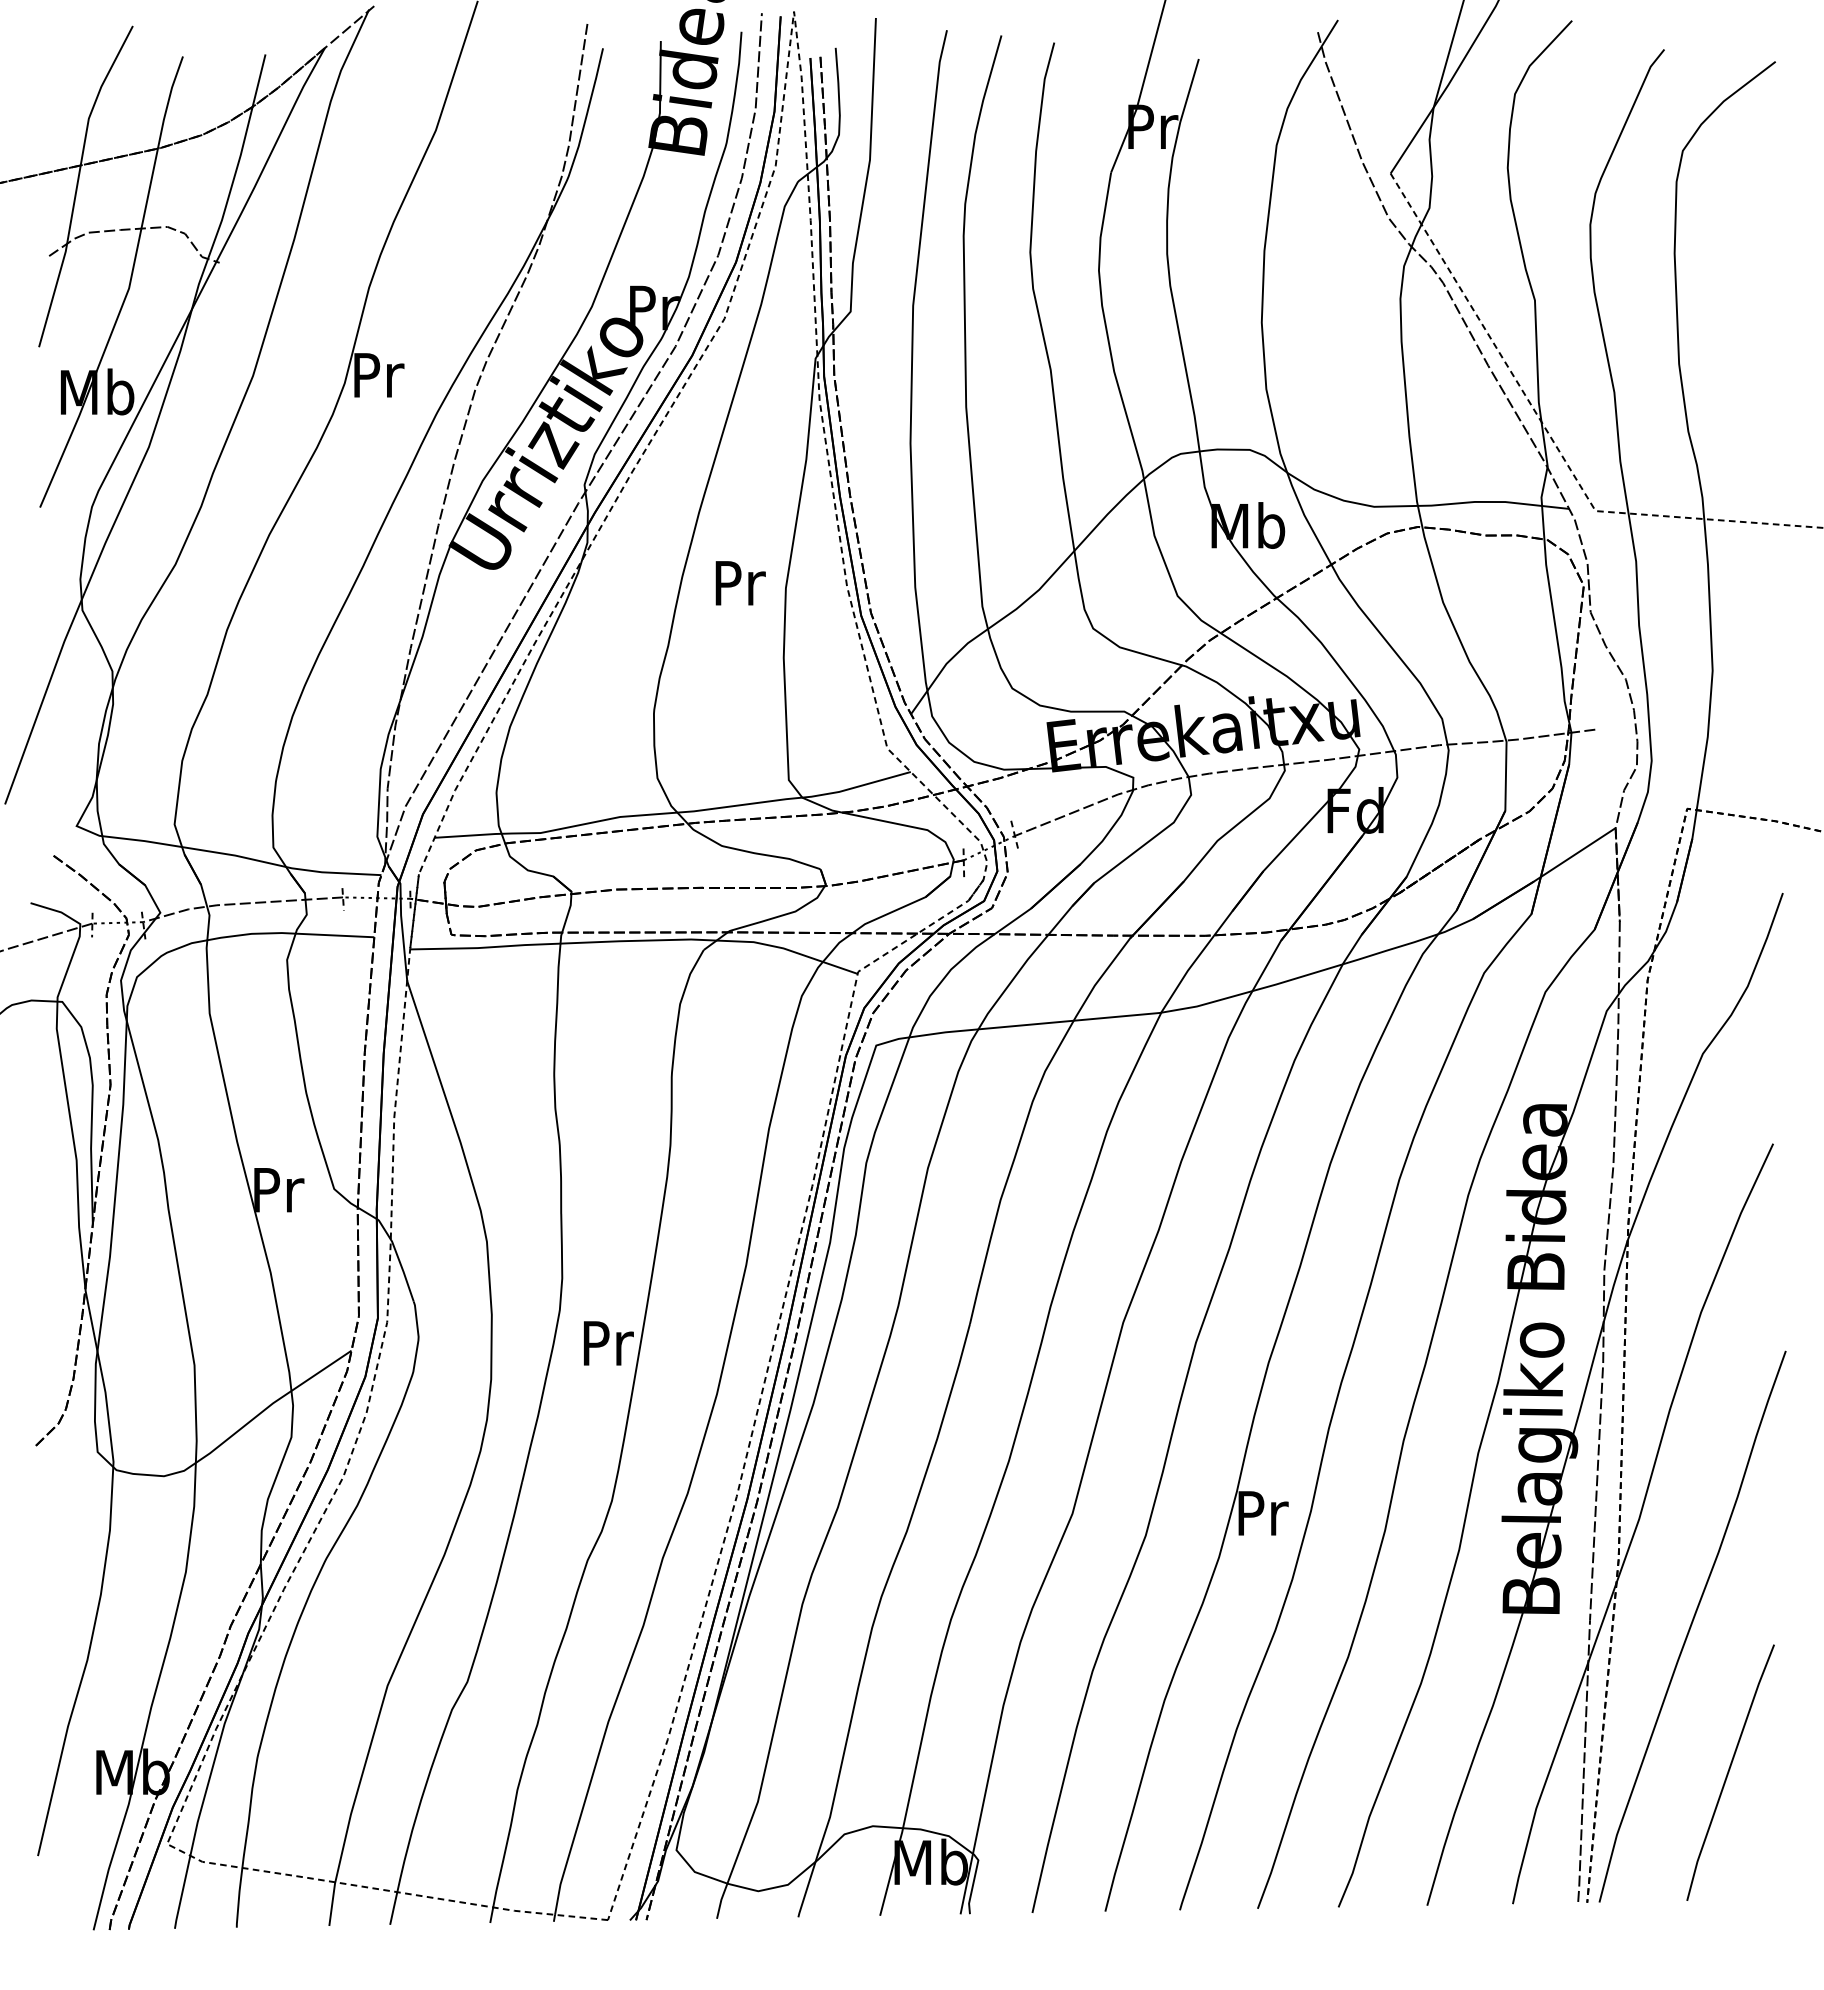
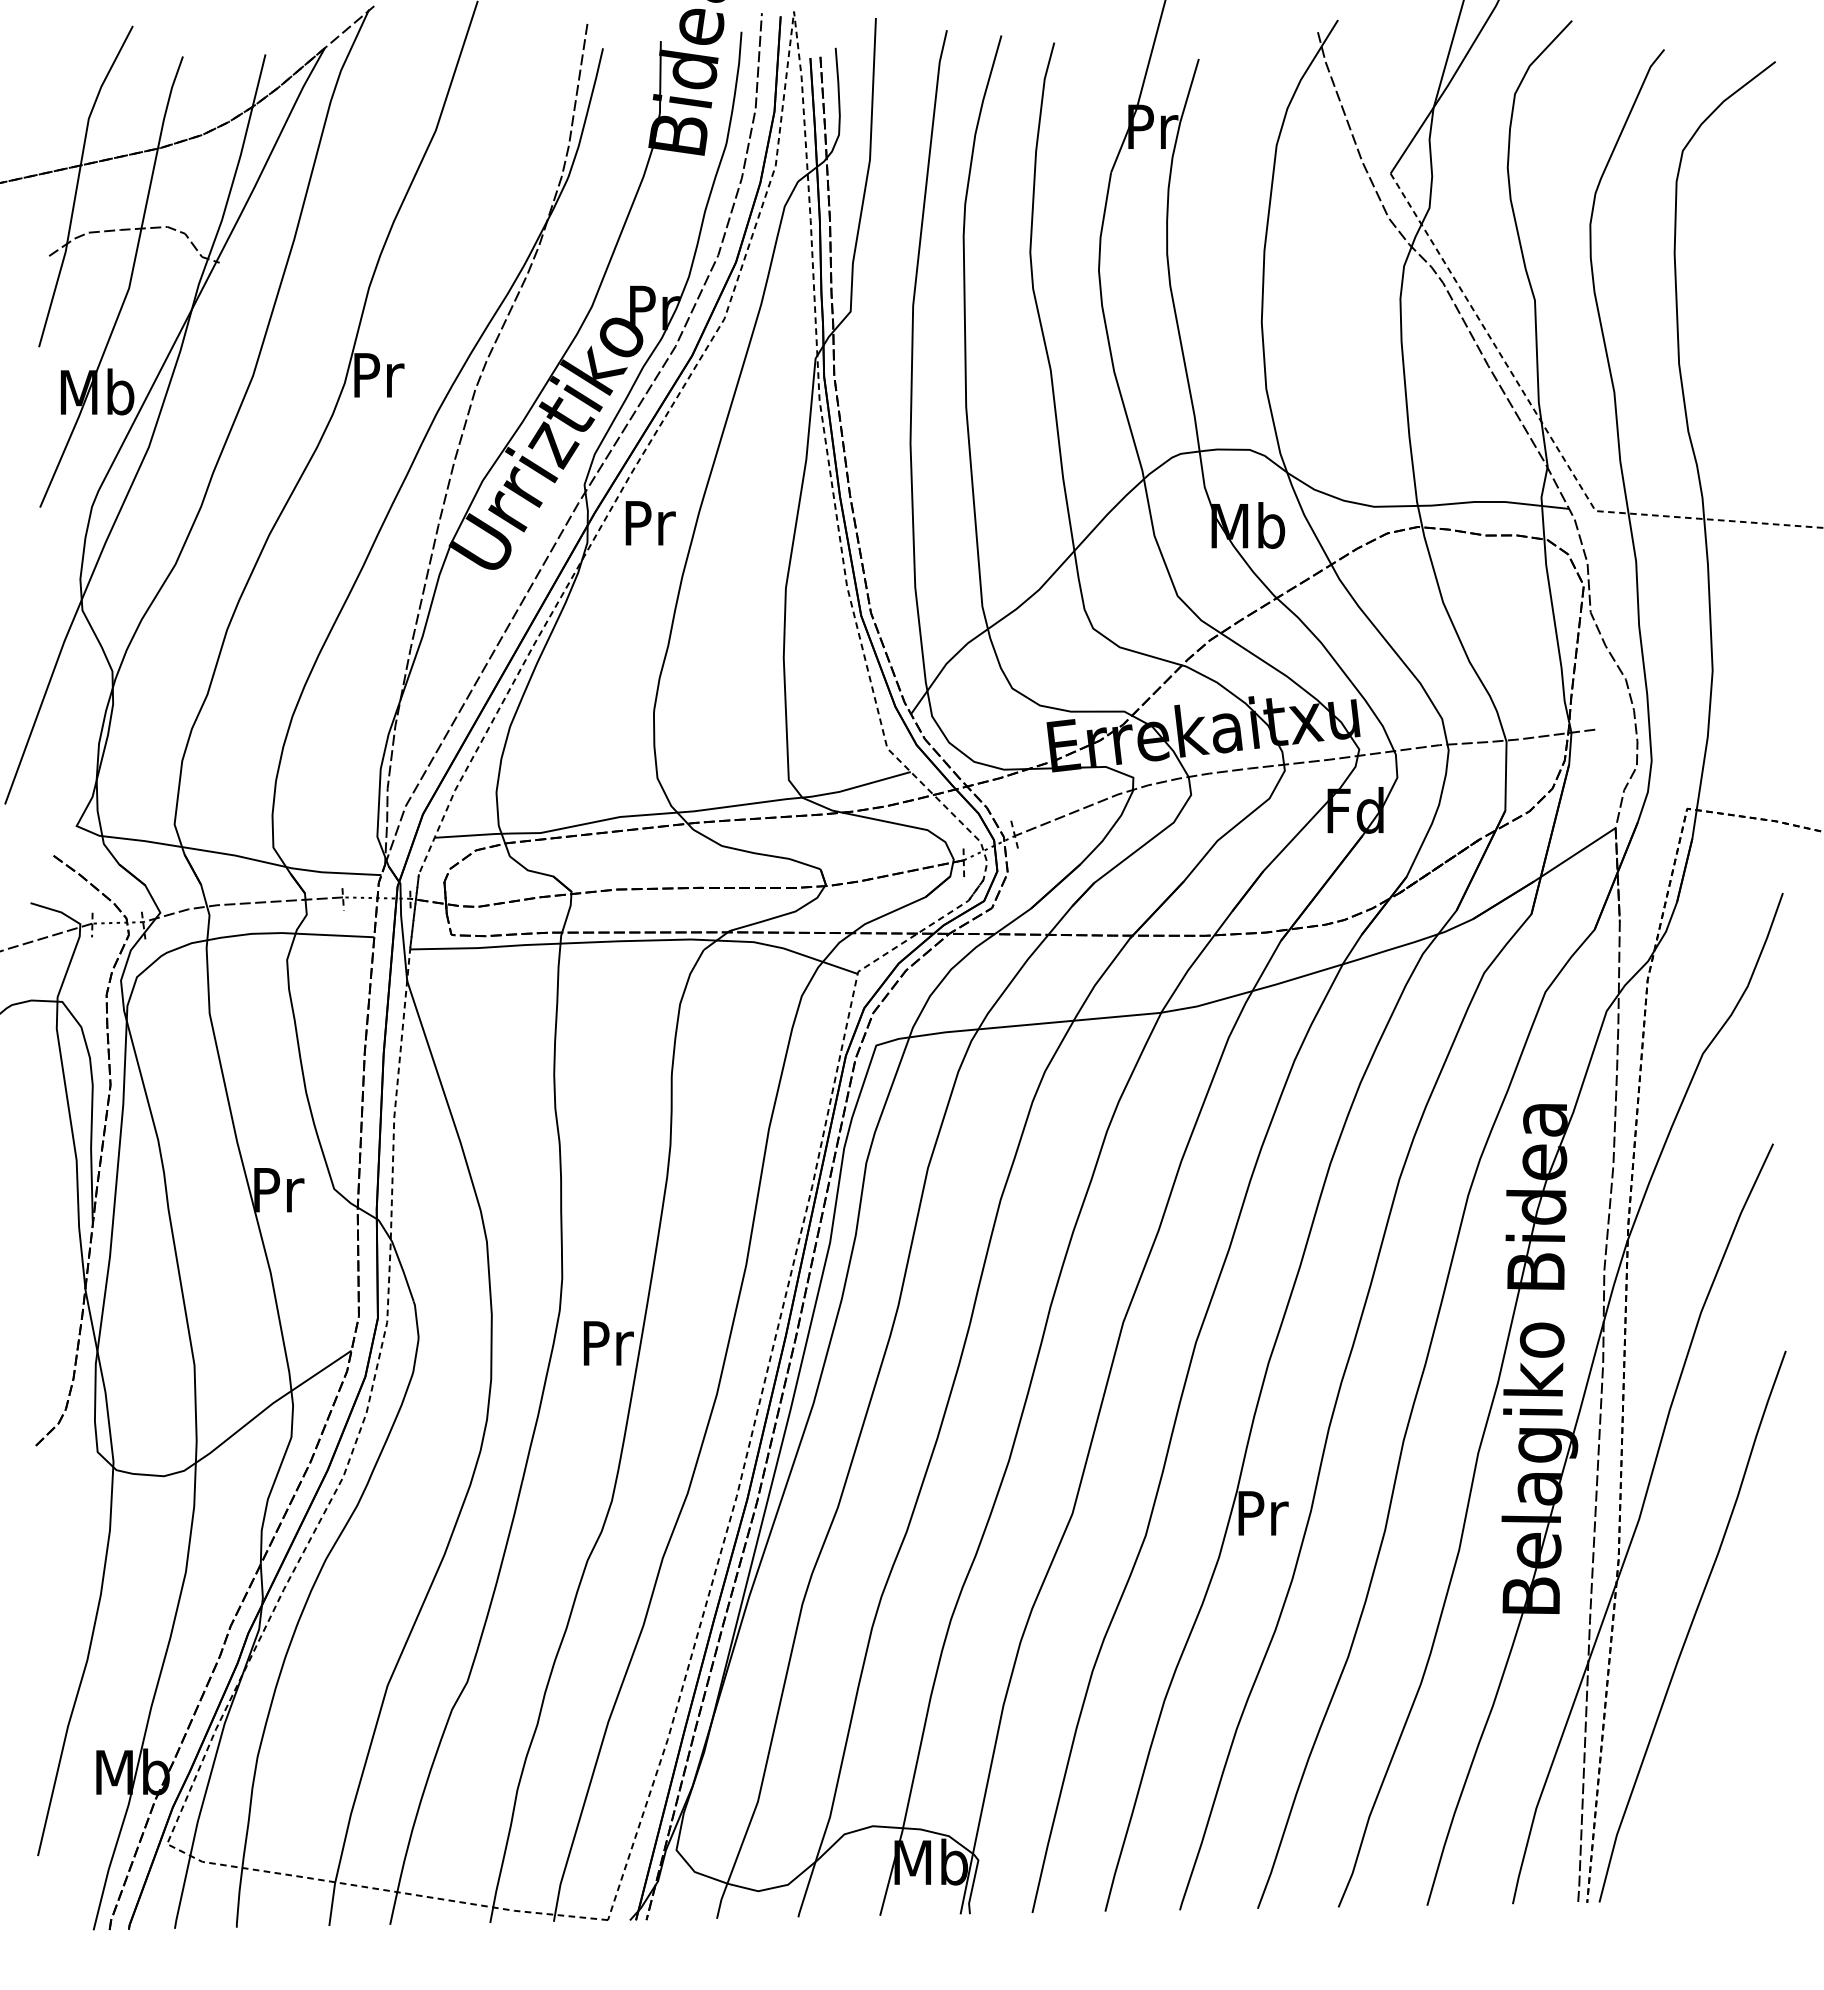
text at (740, 583) position: (740, 583) -> (650, 523)
curve at (1729, 1772): present -> none
